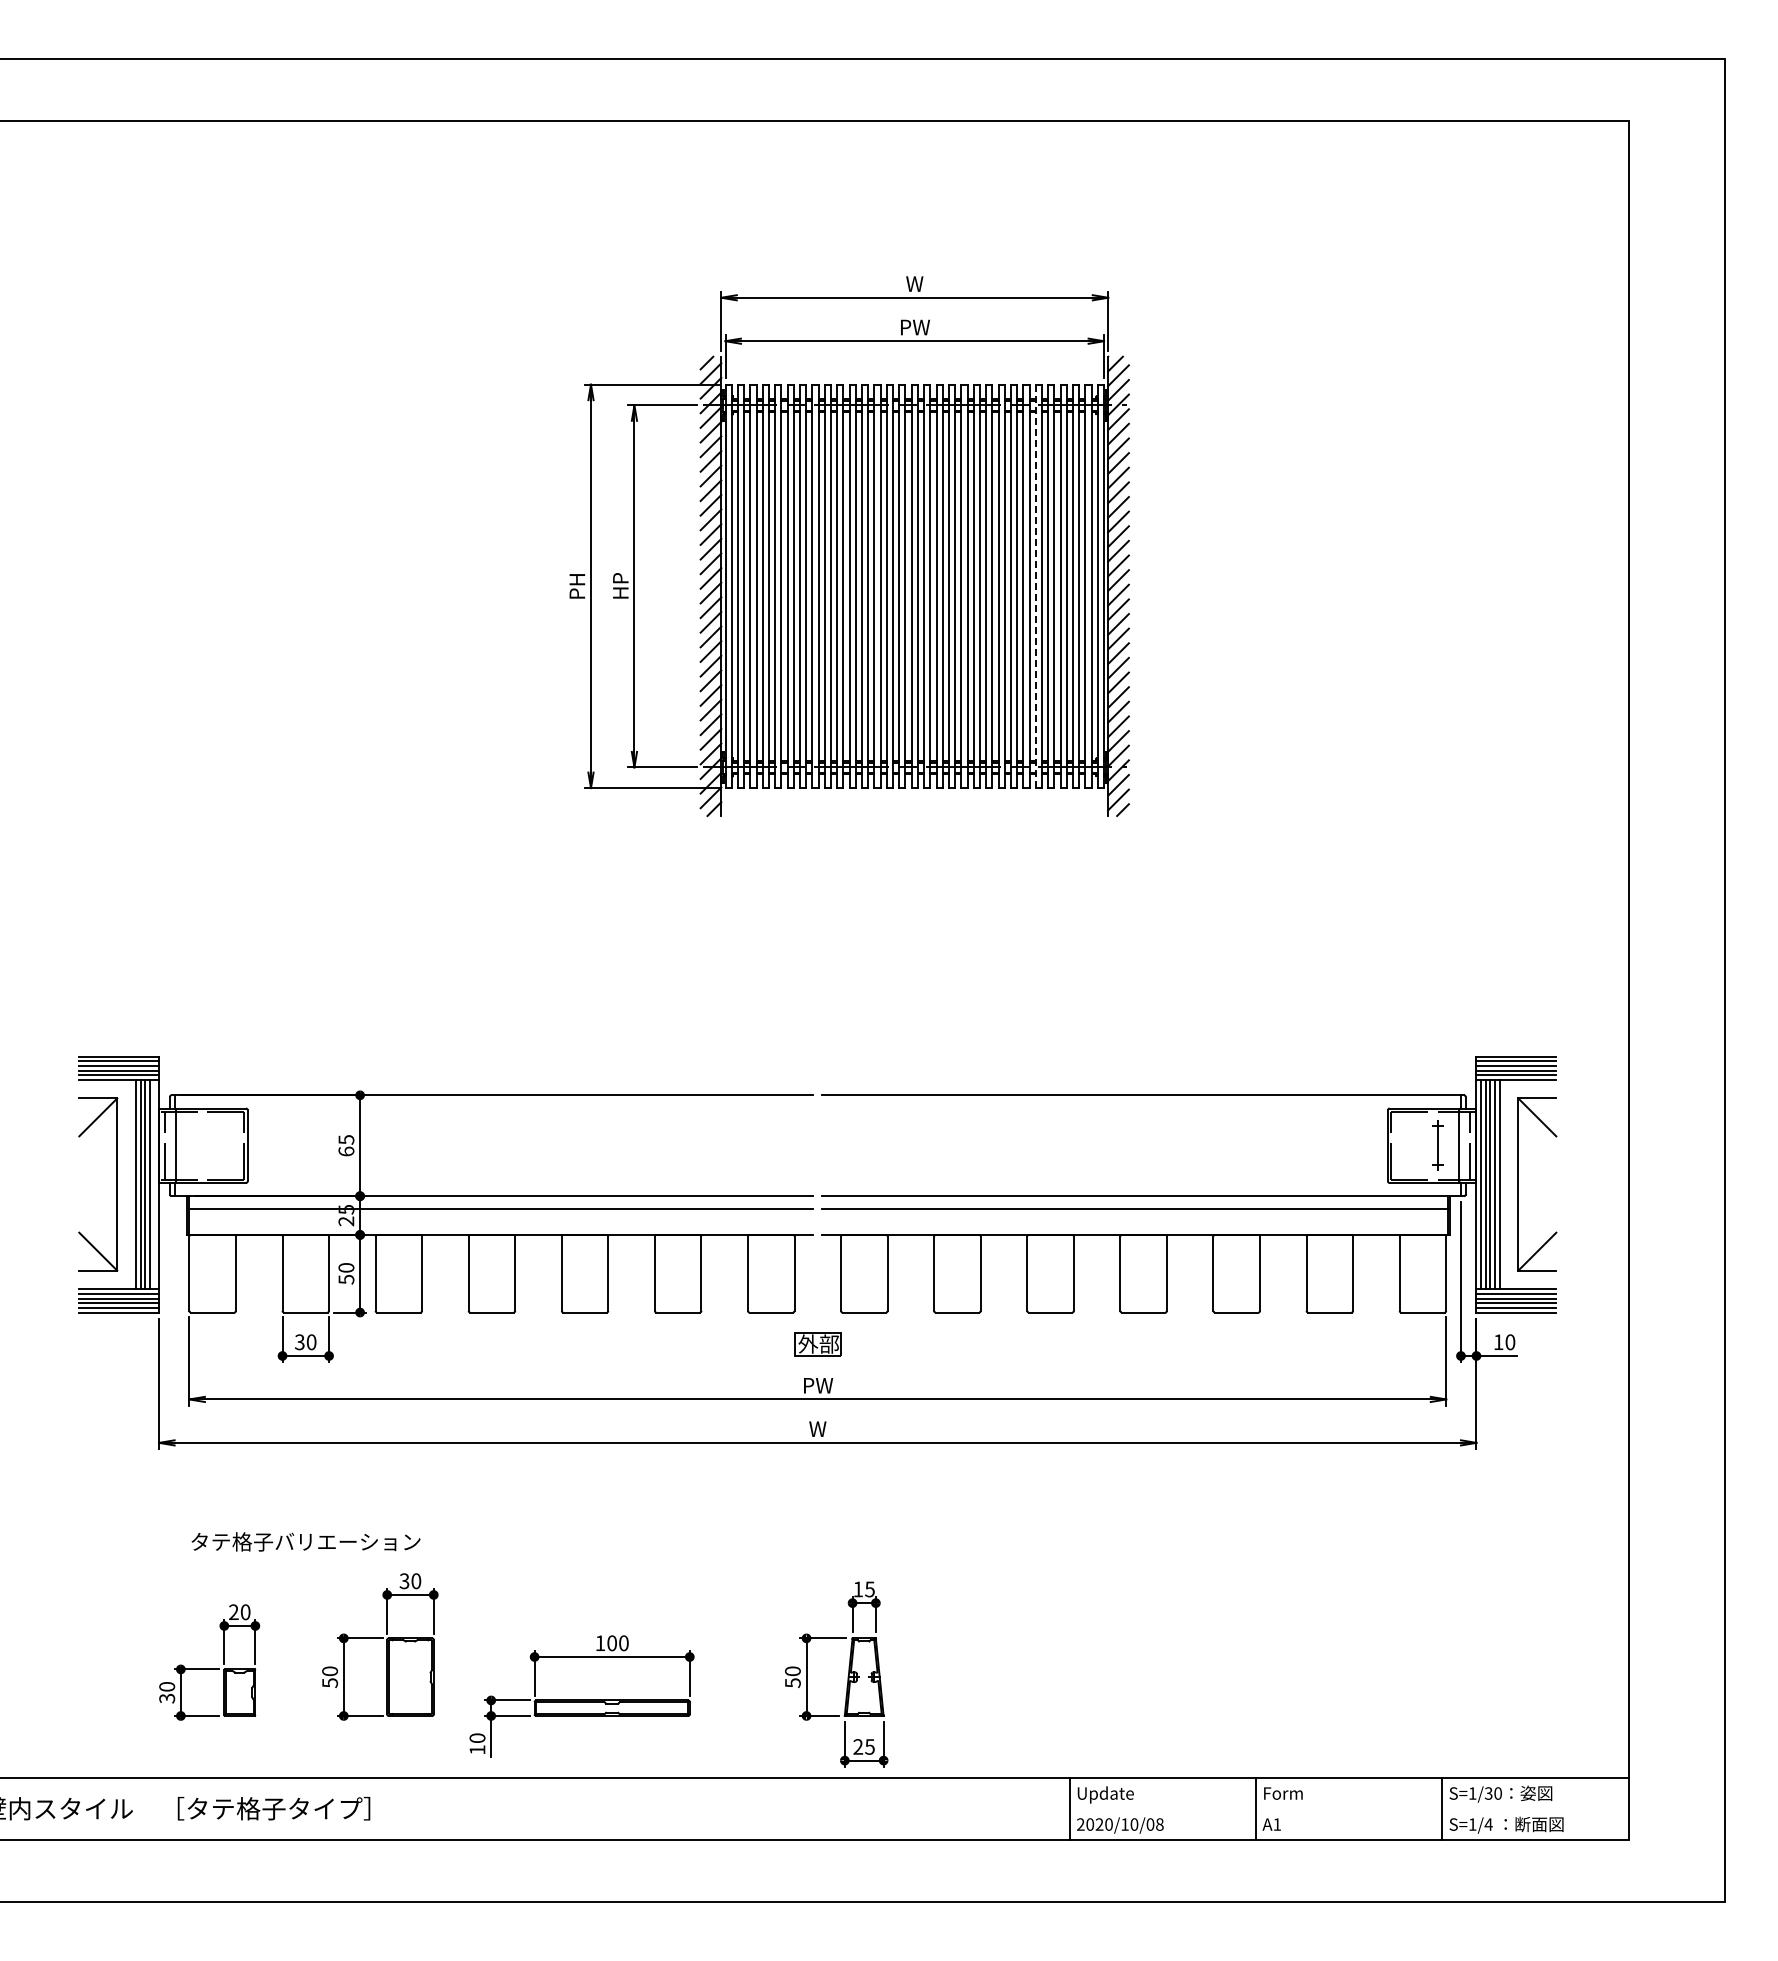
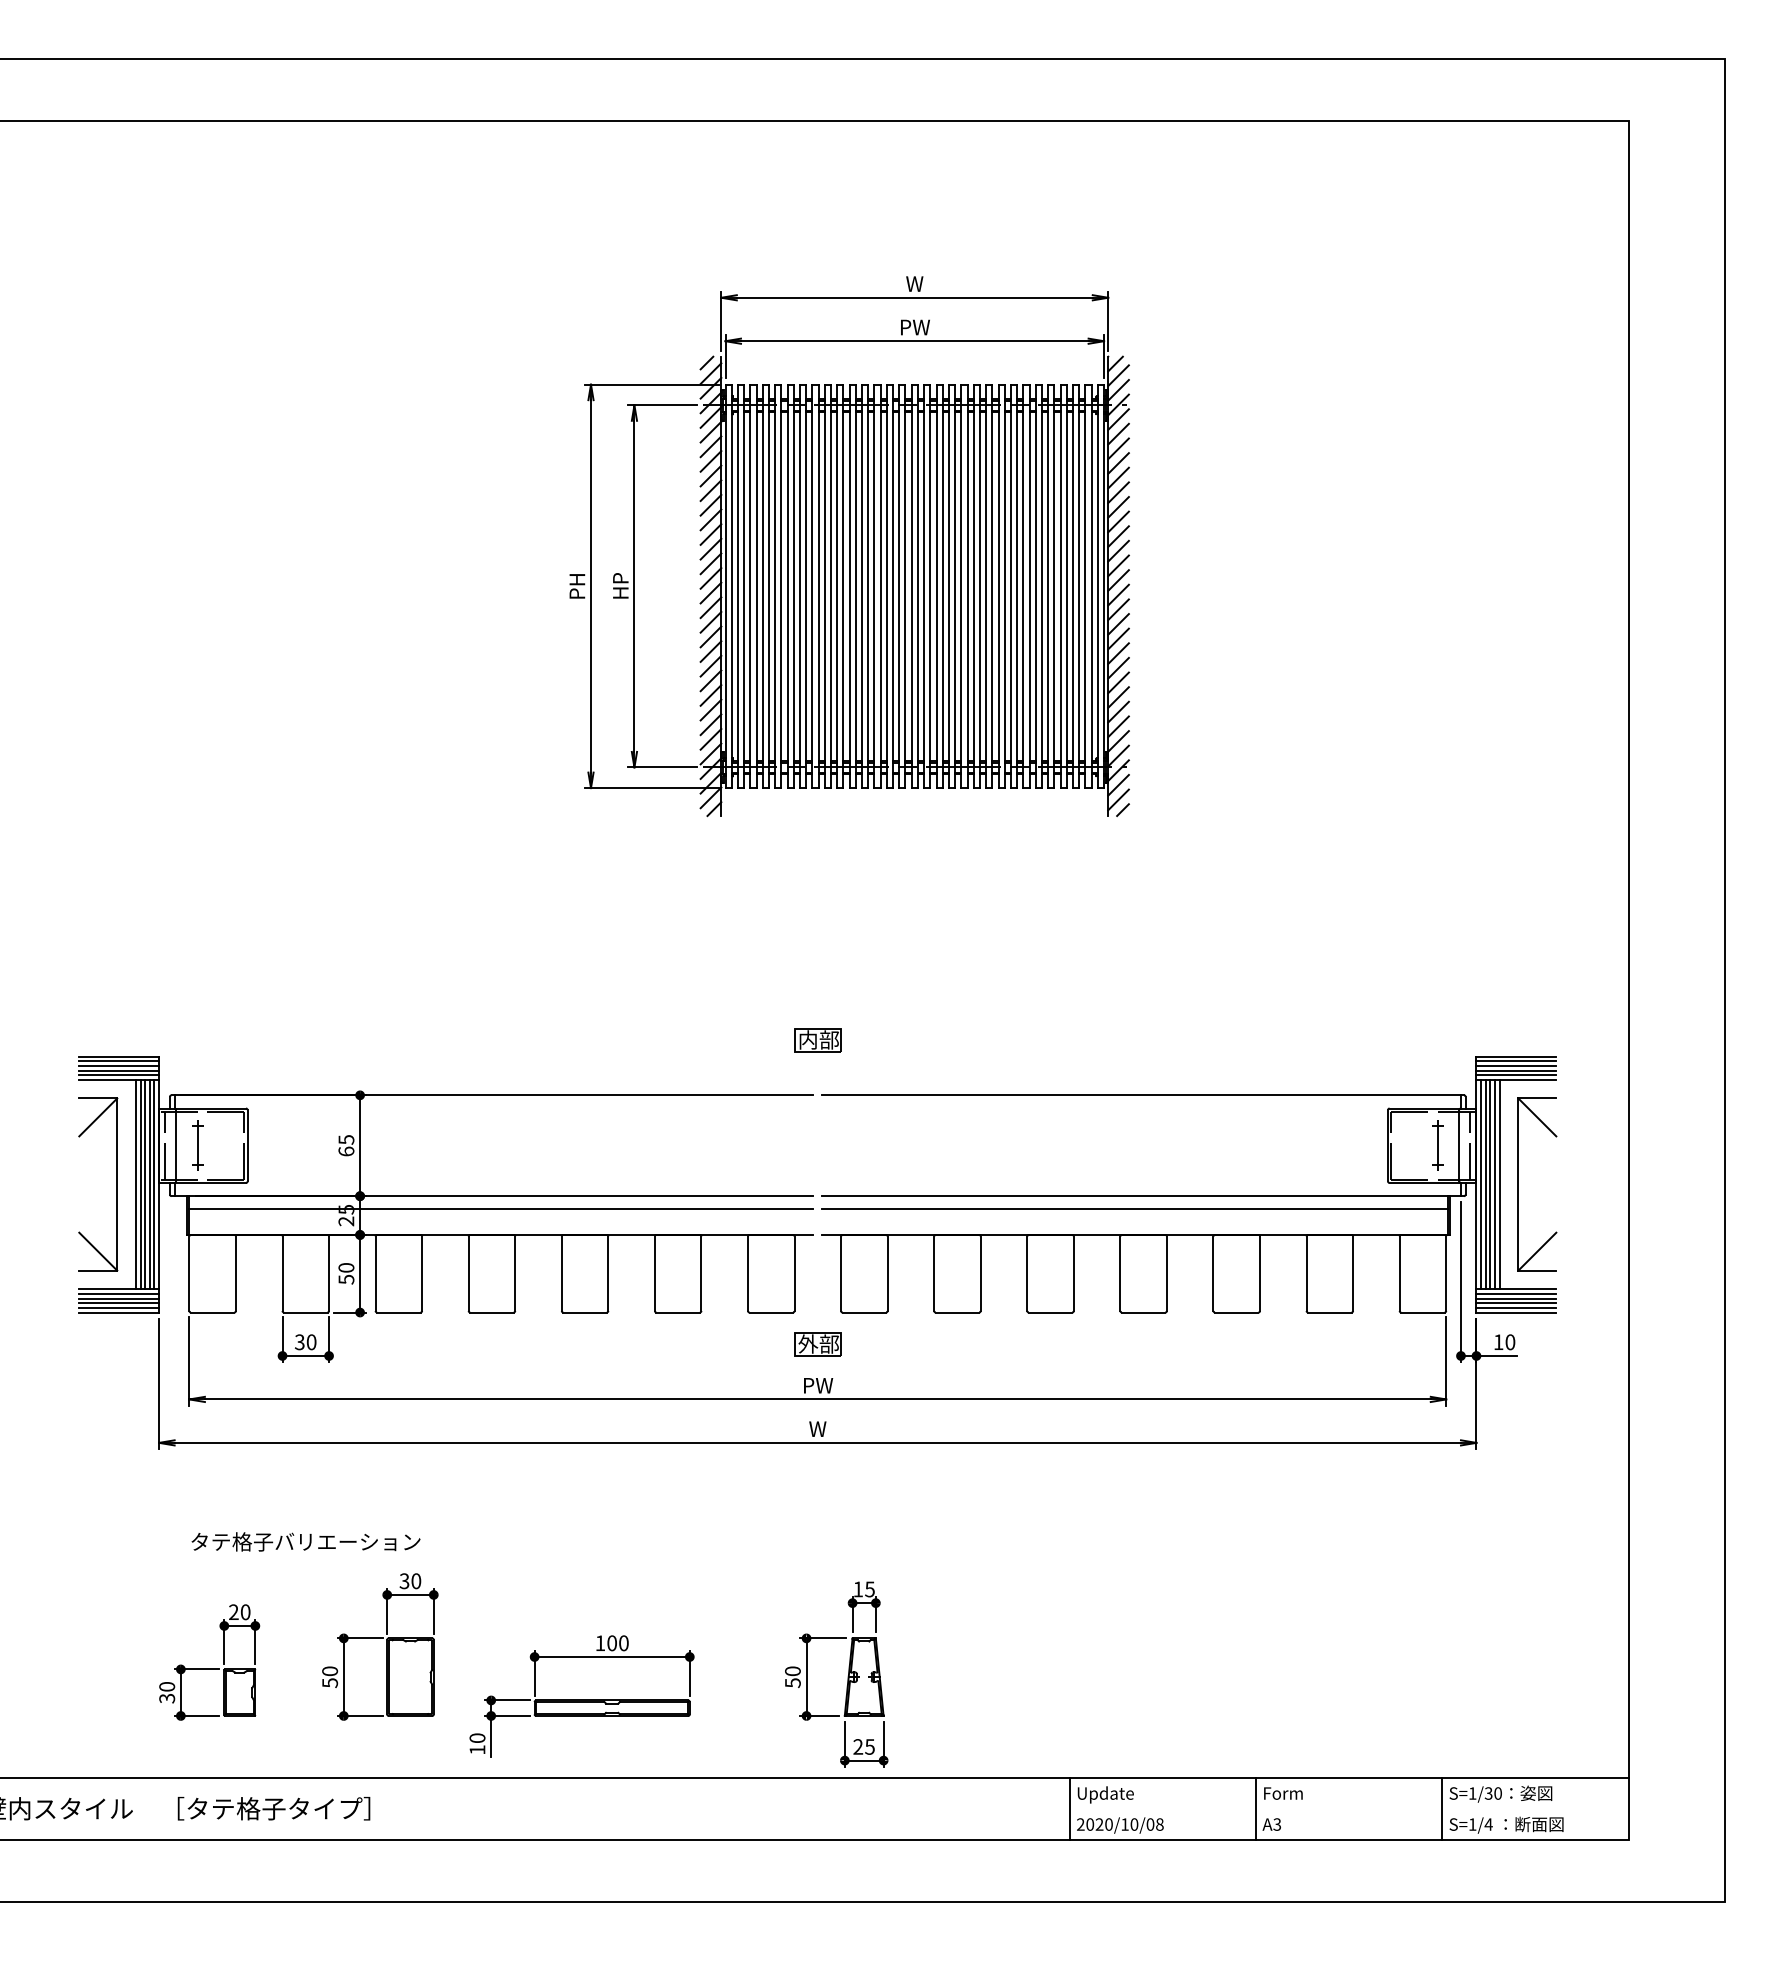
line at (1035, 586): dashed -> solid
part at (817, 1040): none -> present
part at (197, 1145): none -> present
line at (154, 1184): none -> present
text at (1277, 1824): A1 -> A3
